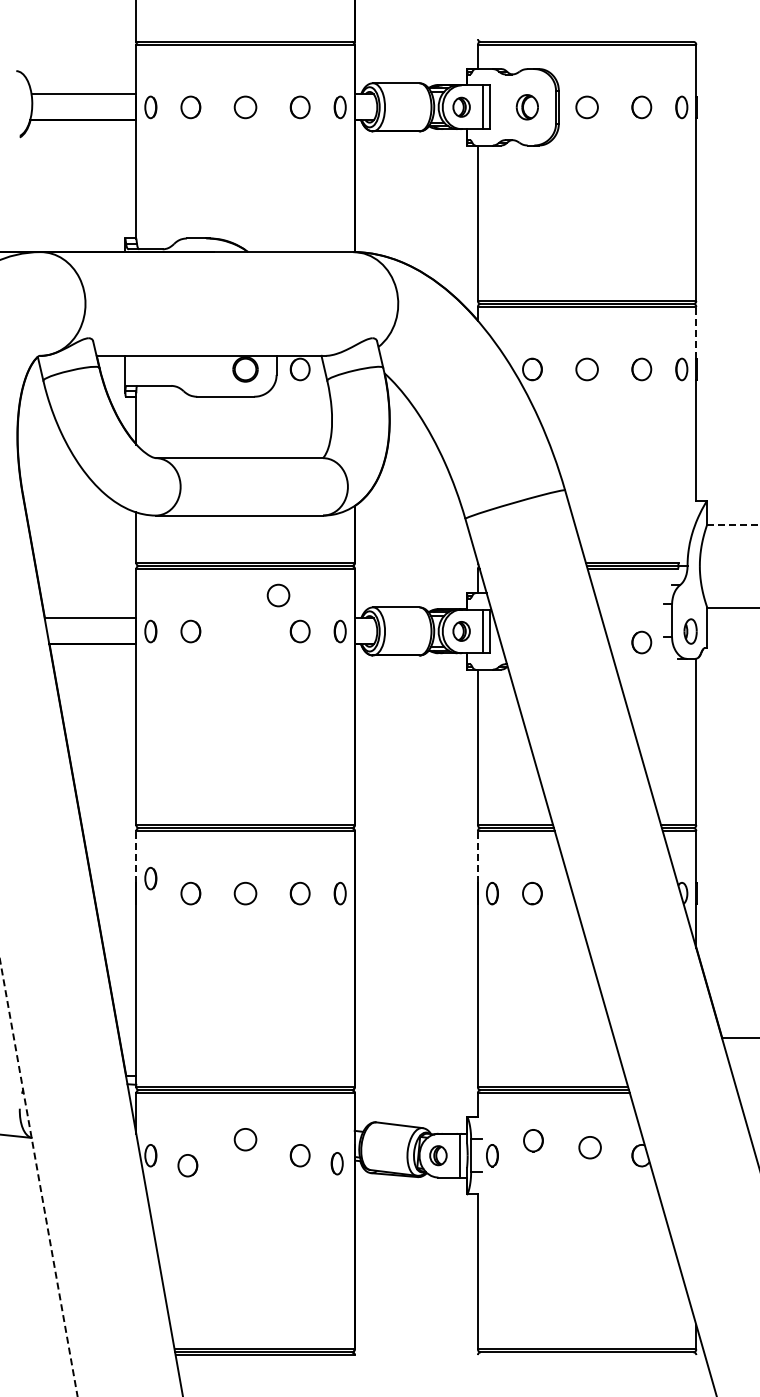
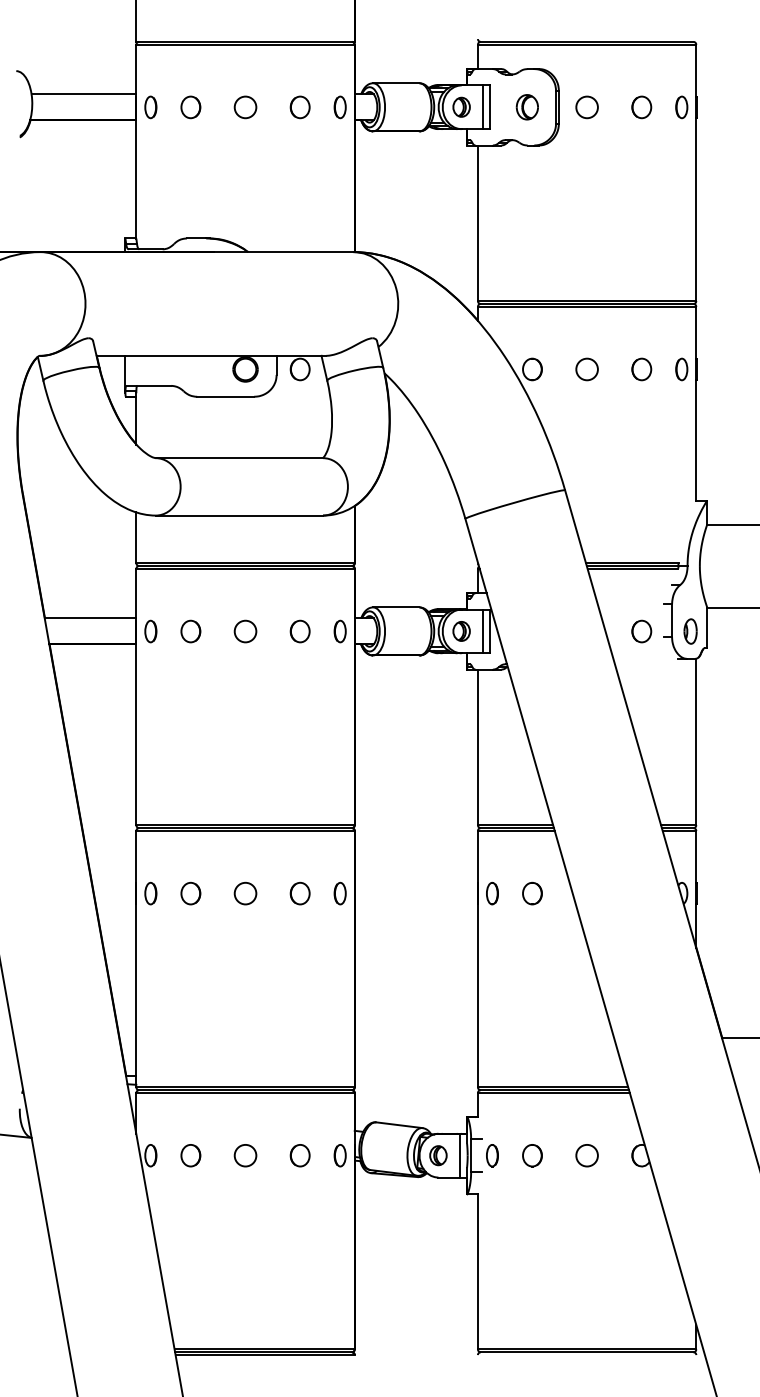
line at (696, 332): dashed -> solid
line at (733, 524): dashed -> solid
circle at (278, 595) position: (278, 595) -> (245, 631)
part at (641, 642) position: (641, 642) -> (641, 631)
line at (136, 856): dashed -> solid
line at (477, 856): dashed -> solid
part at (150, 878) position: (150, 878) -> (150, 893)
circle at (245, 1139) position: (245, 1139) -> (245, 1155)
part at (533, 1140) position: (533, 1140) -> (532, 1155)
circle at (589, 1147) position: (589, 1147) -> (586, 1155)
part at (336, 1163) position: (336, 1163) -> (339, 1155)
part at (187, 1165) position: (187, 1165) -> (190, 1155)
line at (38, 1179): dashed -> solid
